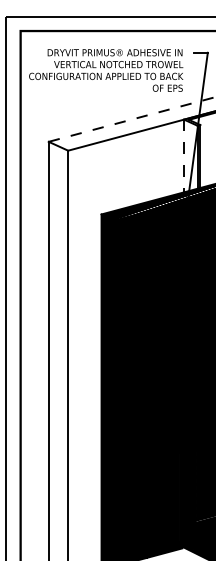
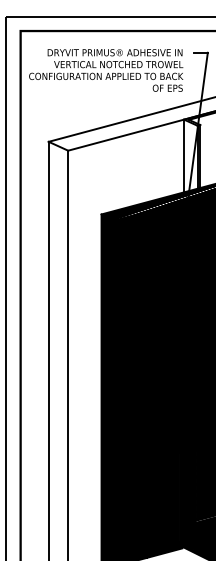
line at (132, 119): dashed -> solid
line at (184, 156): dashed -> solid
